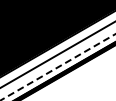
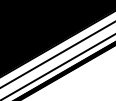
line at (58, 67): dashed -> solid
